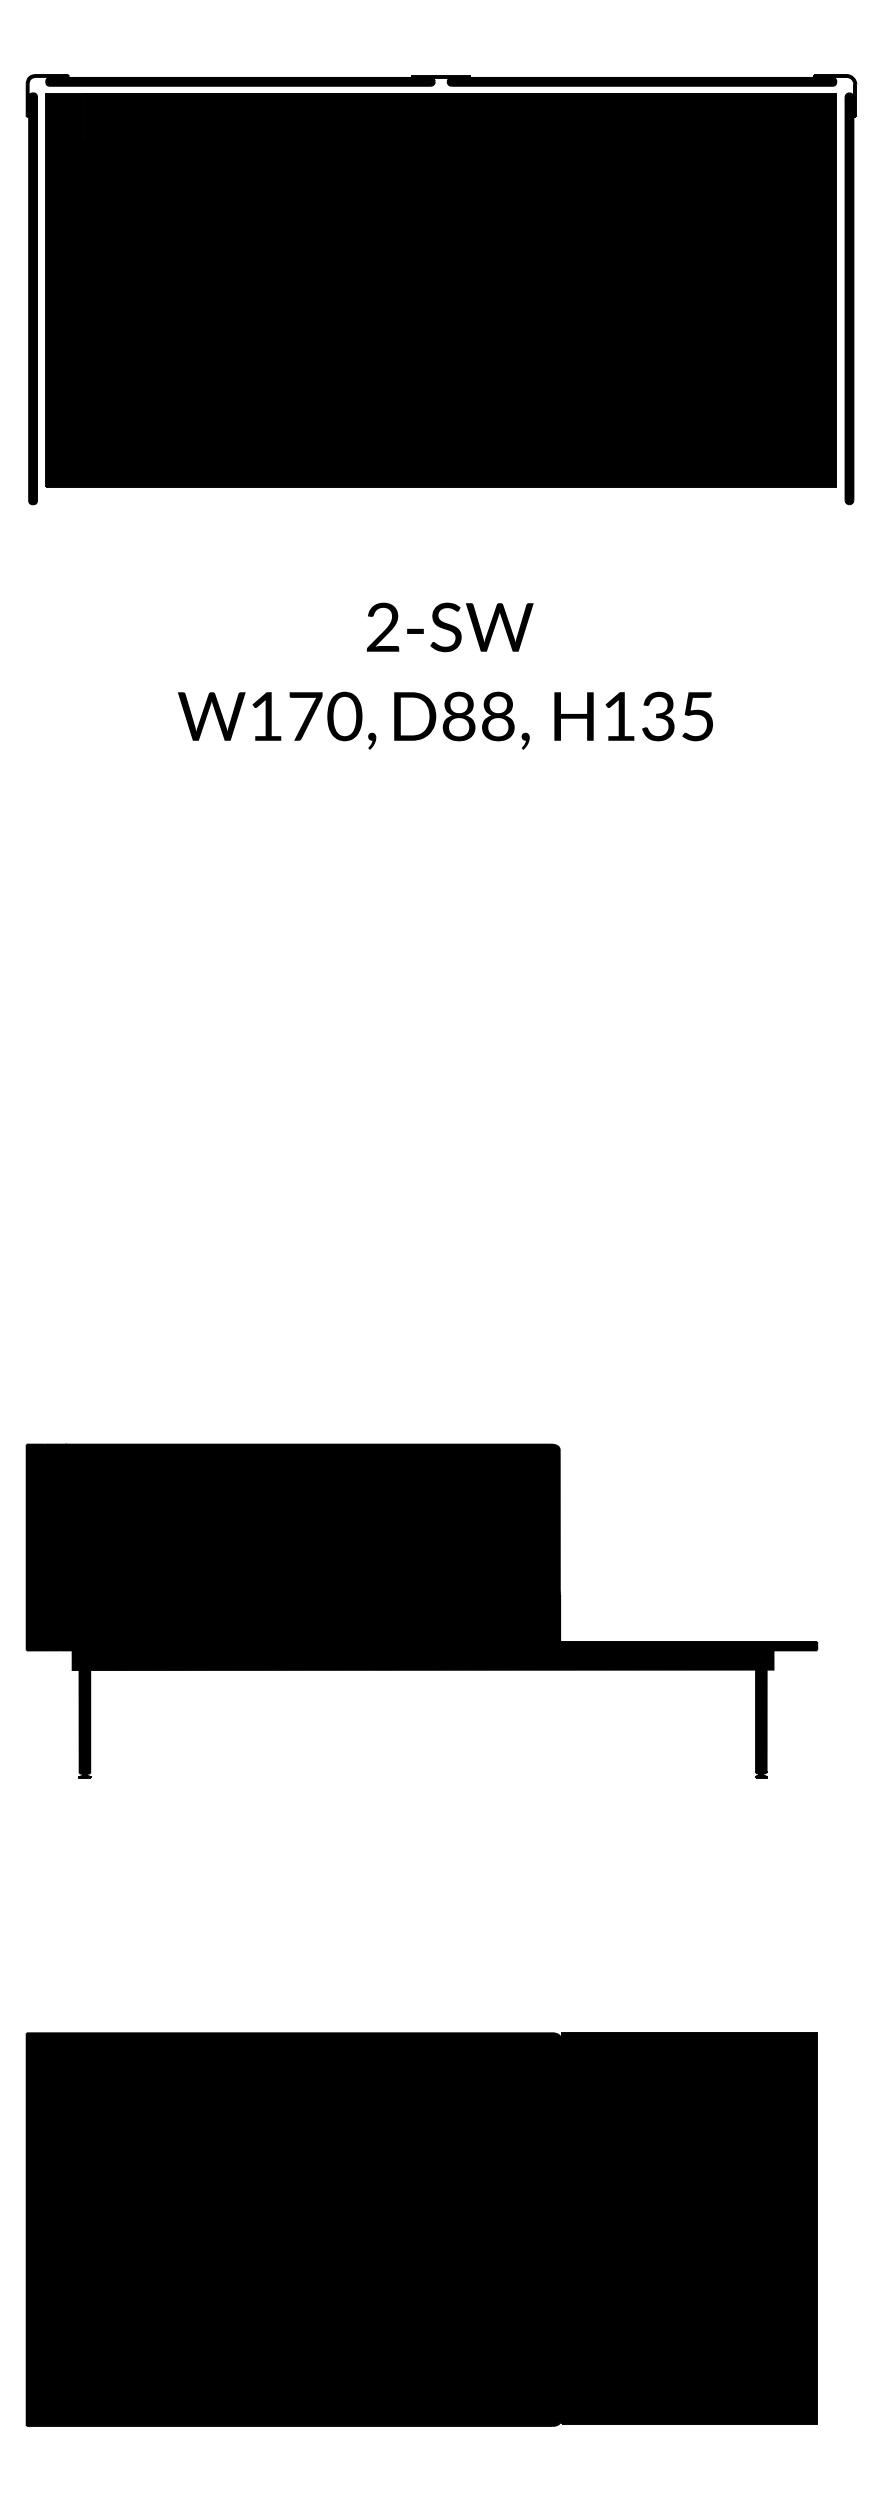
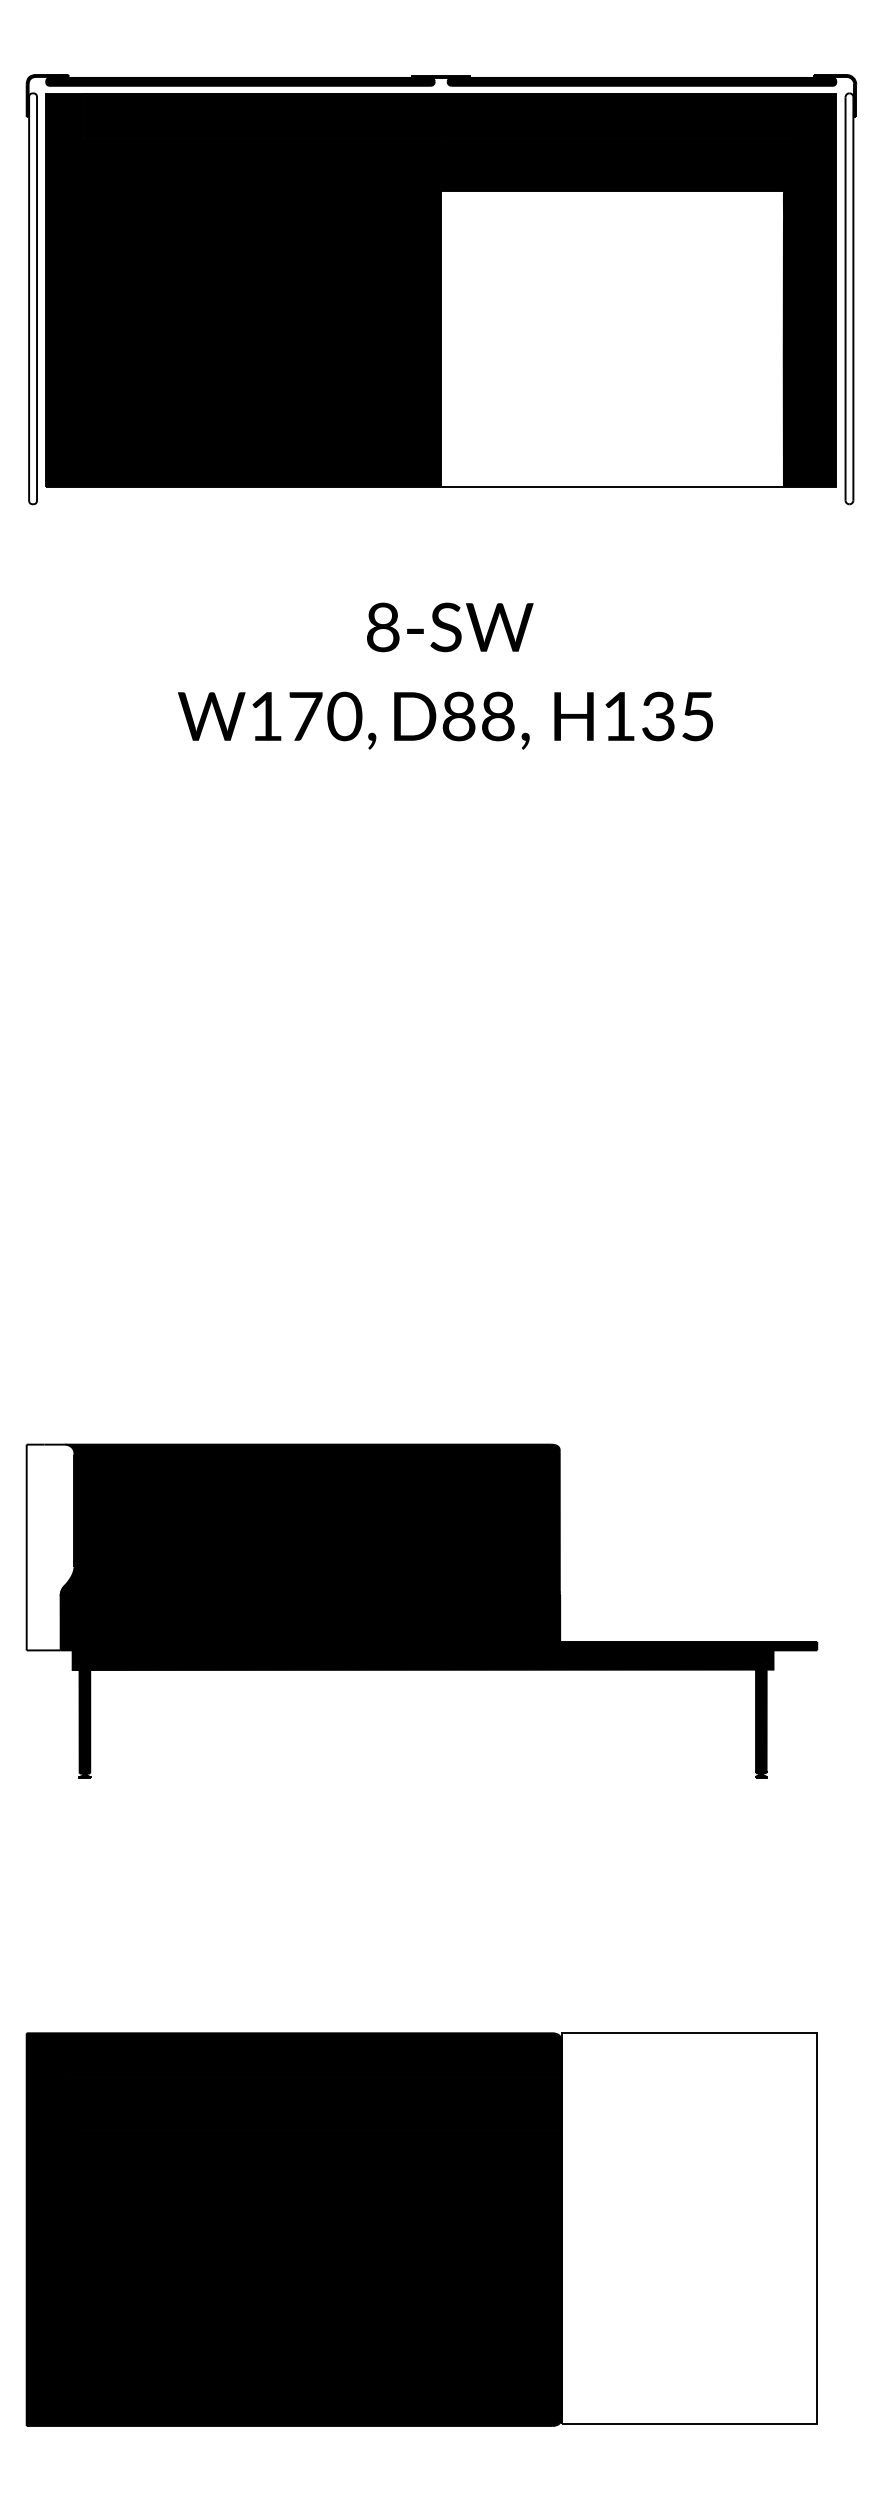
fill at (33, 298): present -> none
fill at (849, 298): present -> none
fill at (612, 338): present -> none
text at (382, 627): 2-SW -> 8-SW
fill at (50, 1547): present -> none
fill at (688, 2228): present -> none
